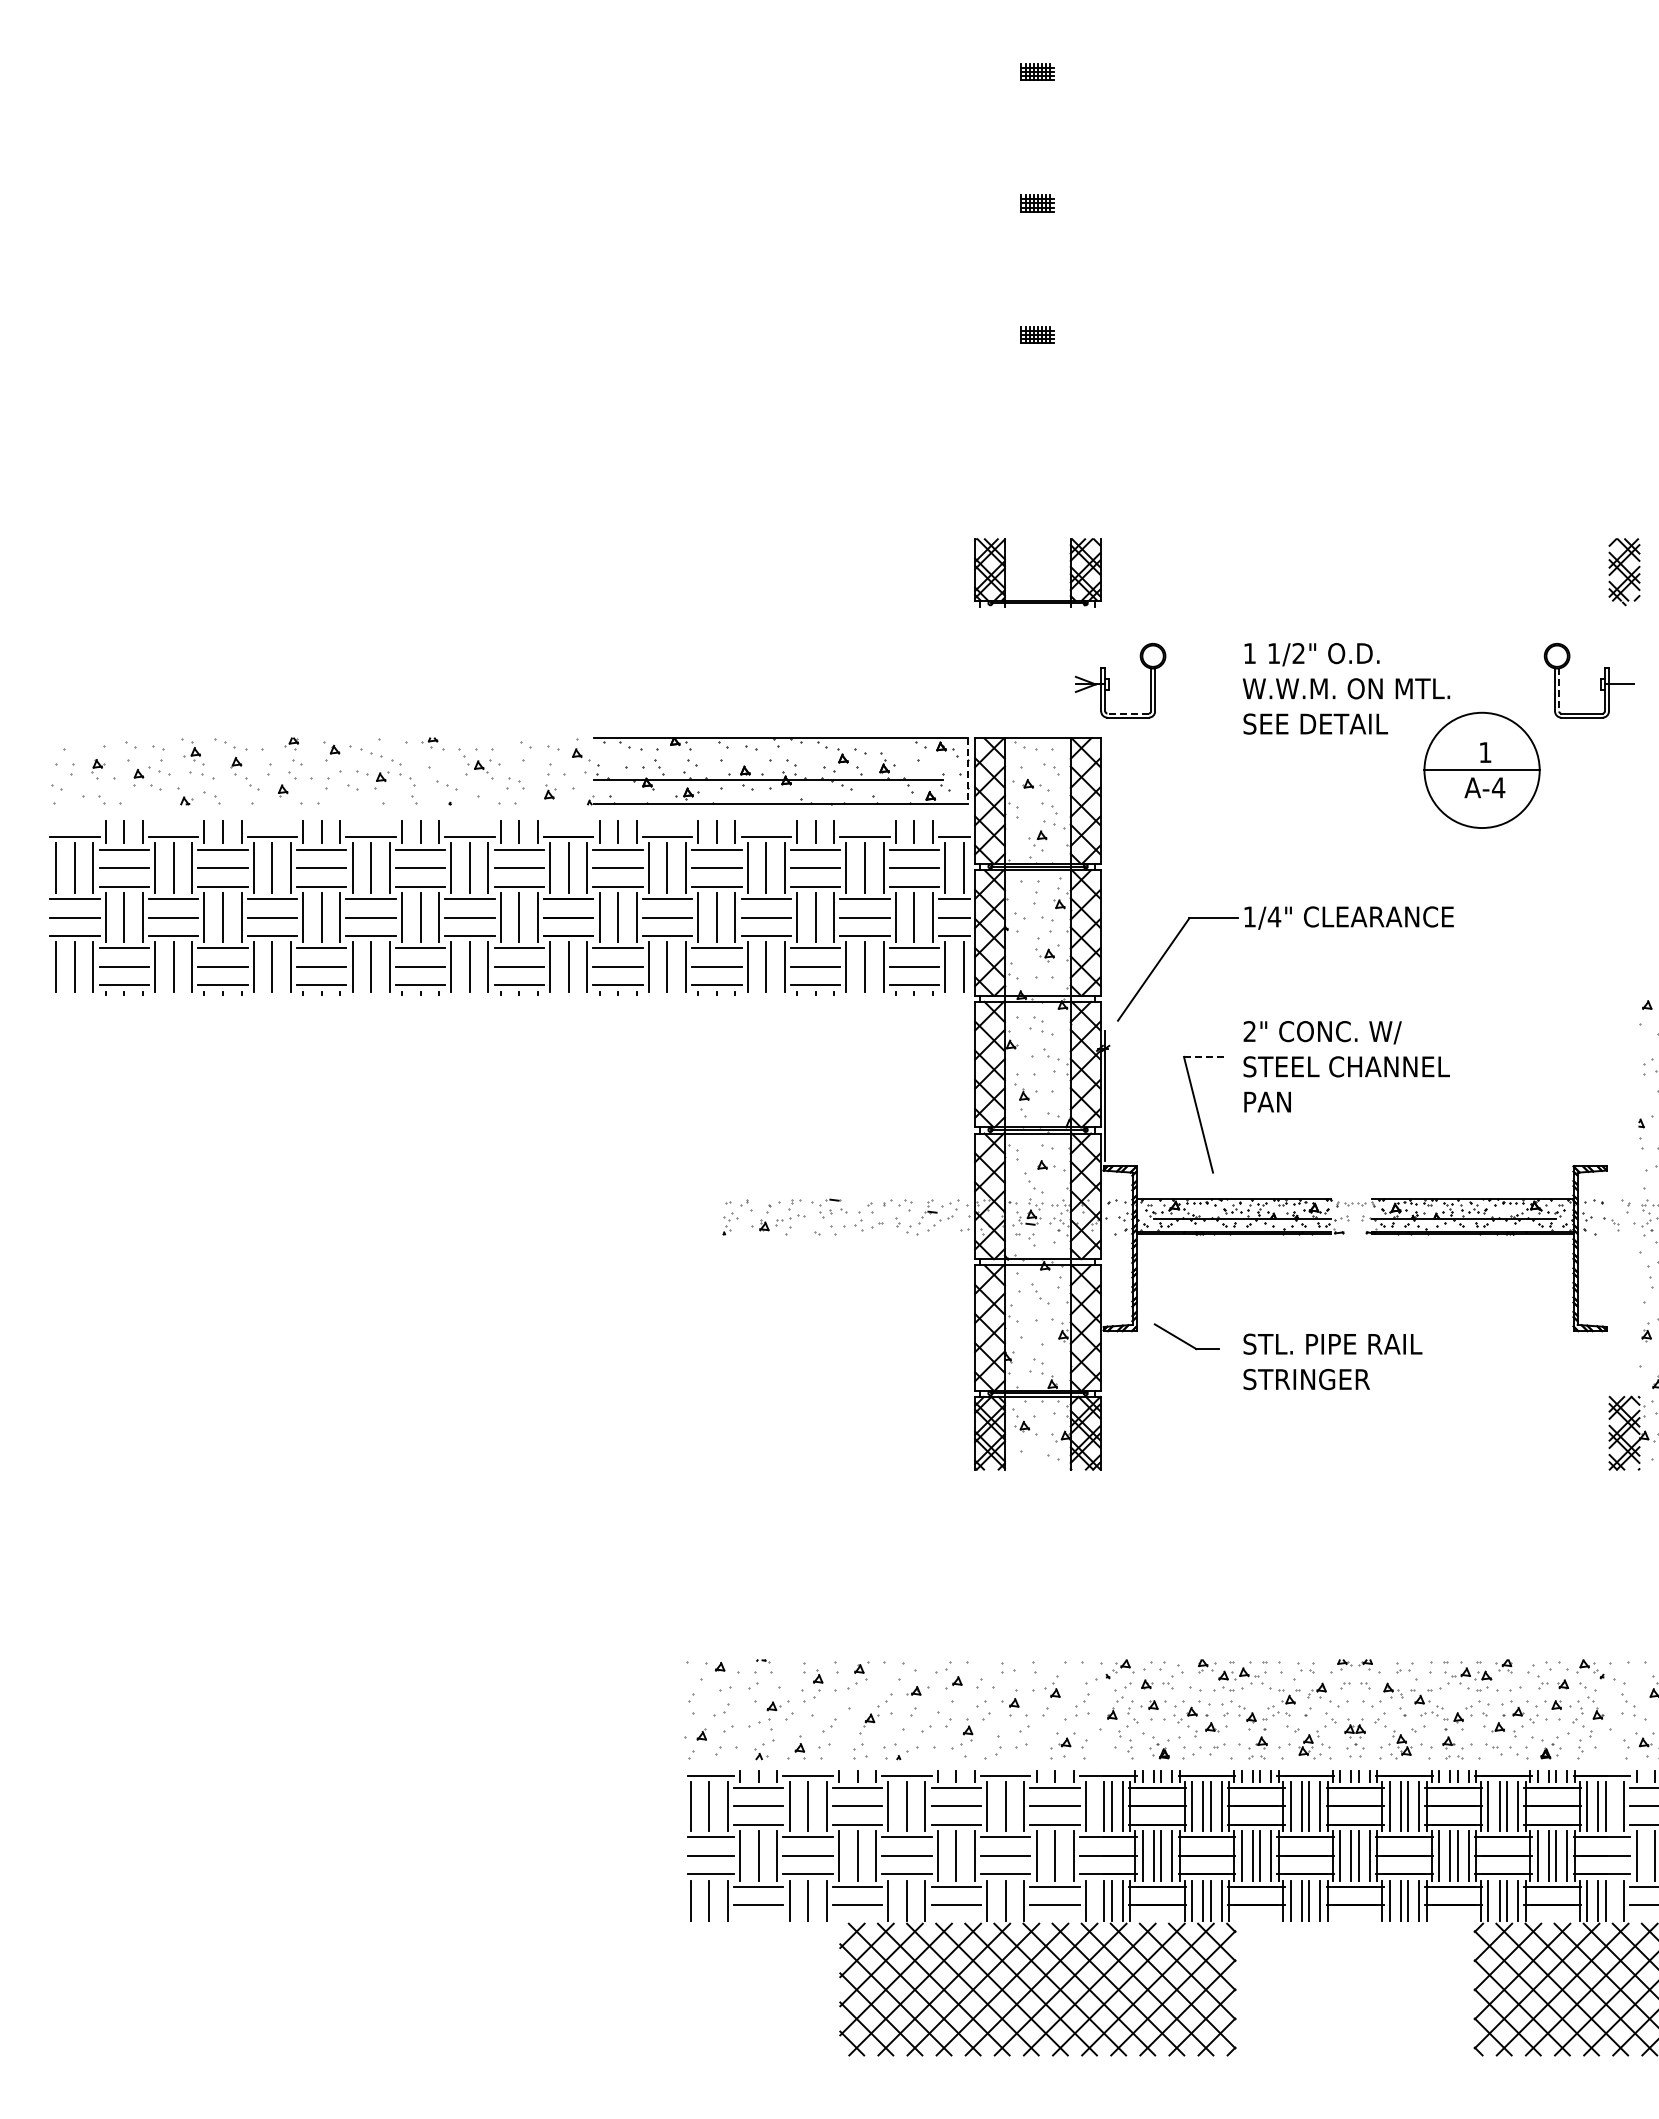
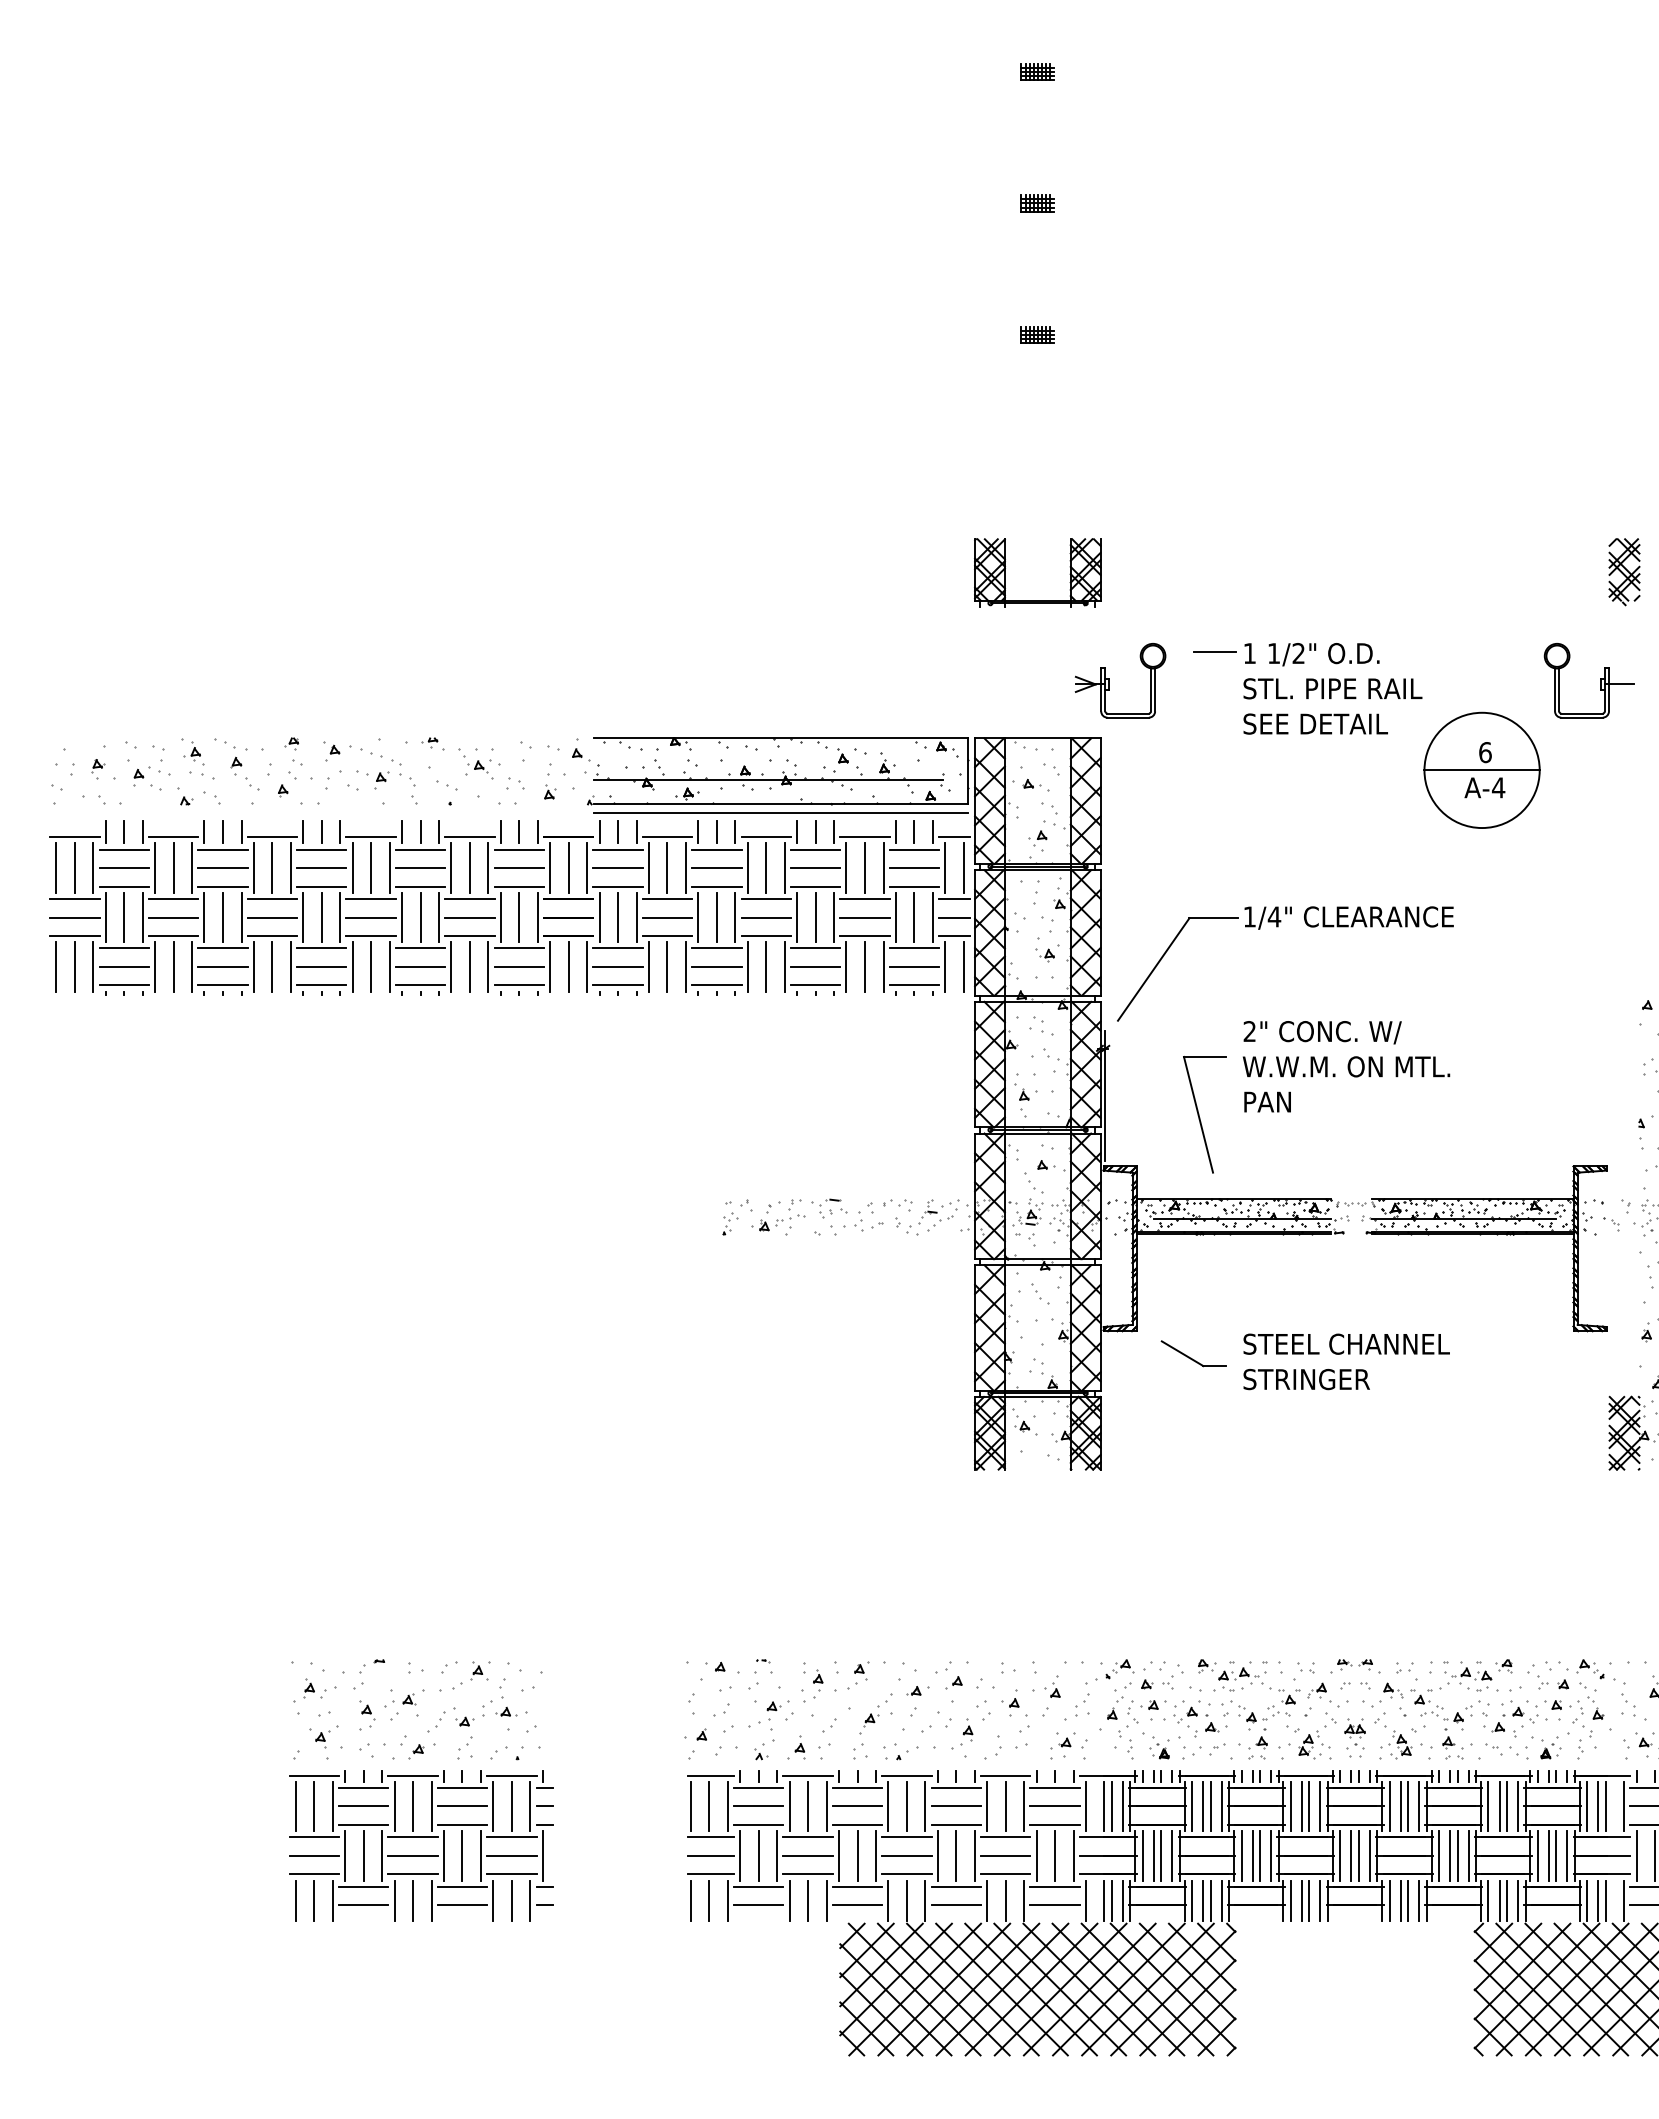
line at (1214, 652): none -> present
text at (1346, 688): W.W.M. ON MTL. -> STL. PIPE RAIL
line at (1559, 689): dashed -> solid
line at (1128, 713): dashed -> solid
text at (1485, 752): 1 -> 6
line at (968, 771): dashed -> solid
line at (781, 812): none -> present
line at (1204, 1056): dashed -> solid
text at (1346, 1066): STEEL CHANNEL -> W.W.M. ON MTL.
part at (1186, 1336) position: (1186, 1336) -> (1193, 1353)
text at (1363, 1343): STL. PIPE RAIL -> STEEL CHANNEL
part at (413, 1790): none -> present
